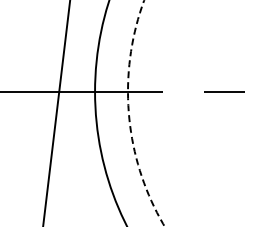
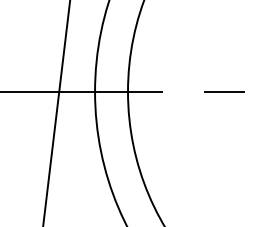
circle at (146, 113): dashed -> solid
